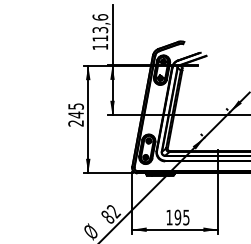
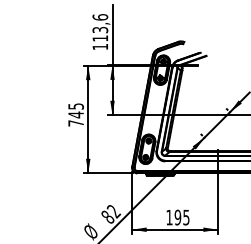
text at (75, 123): 245 -> 745
